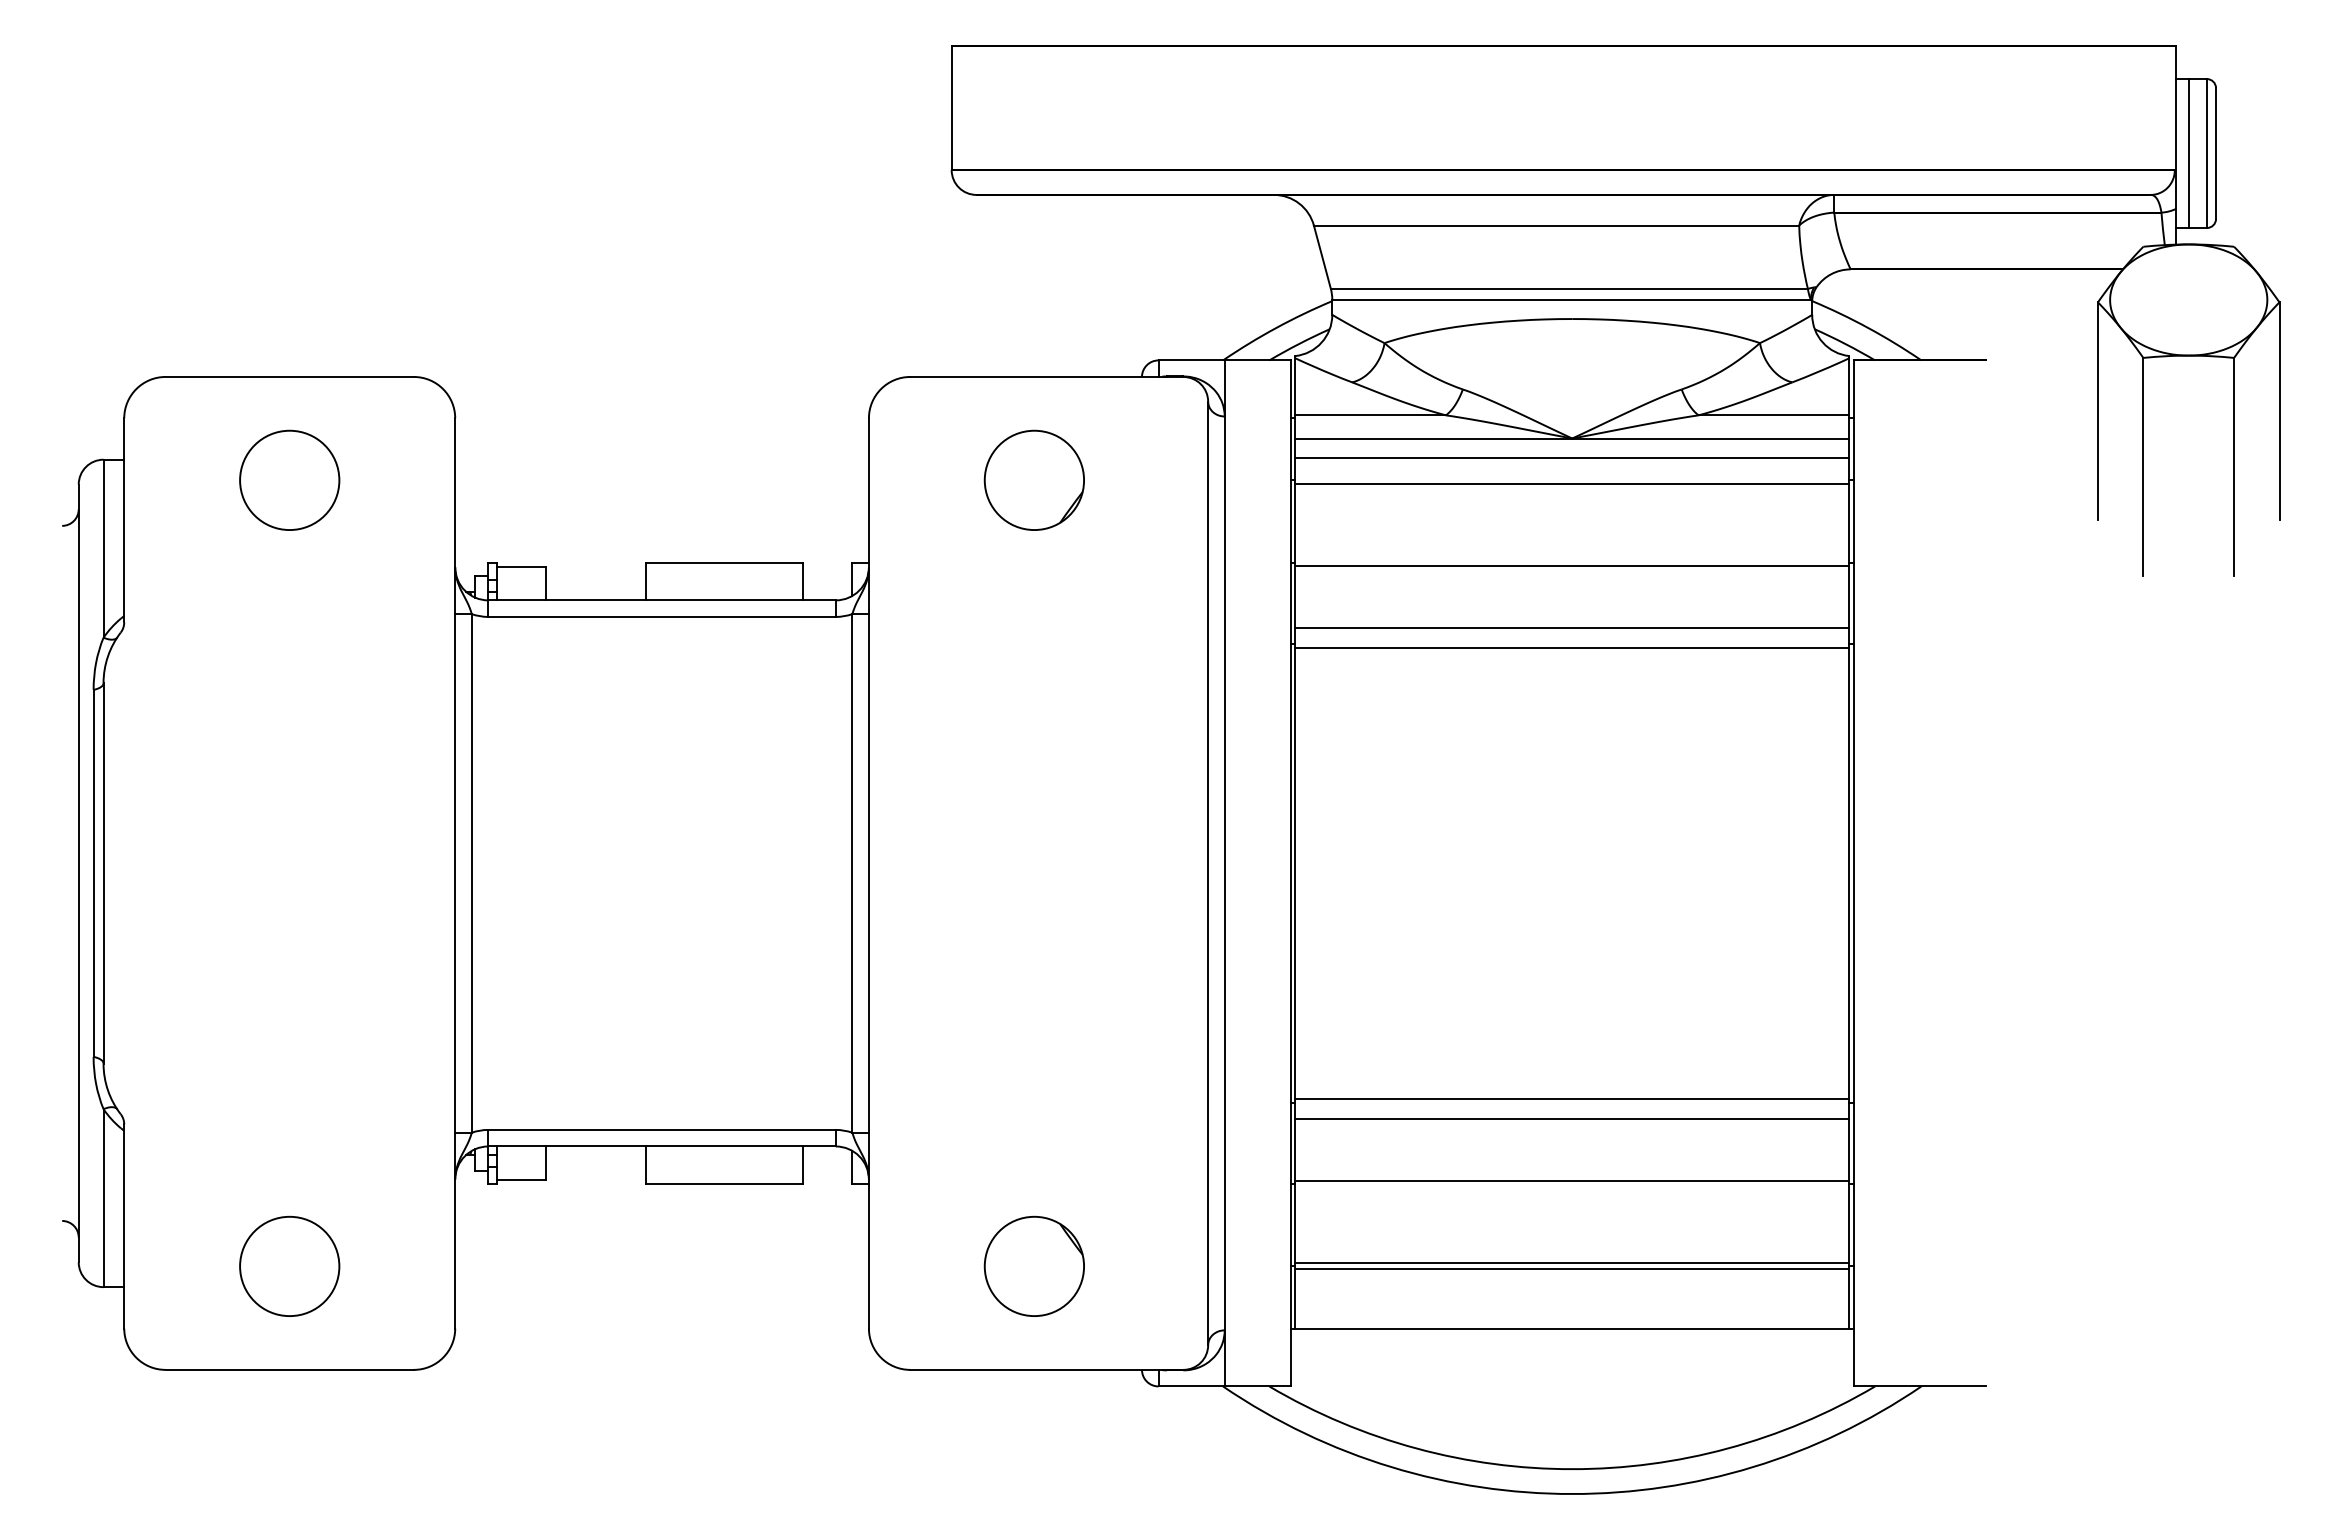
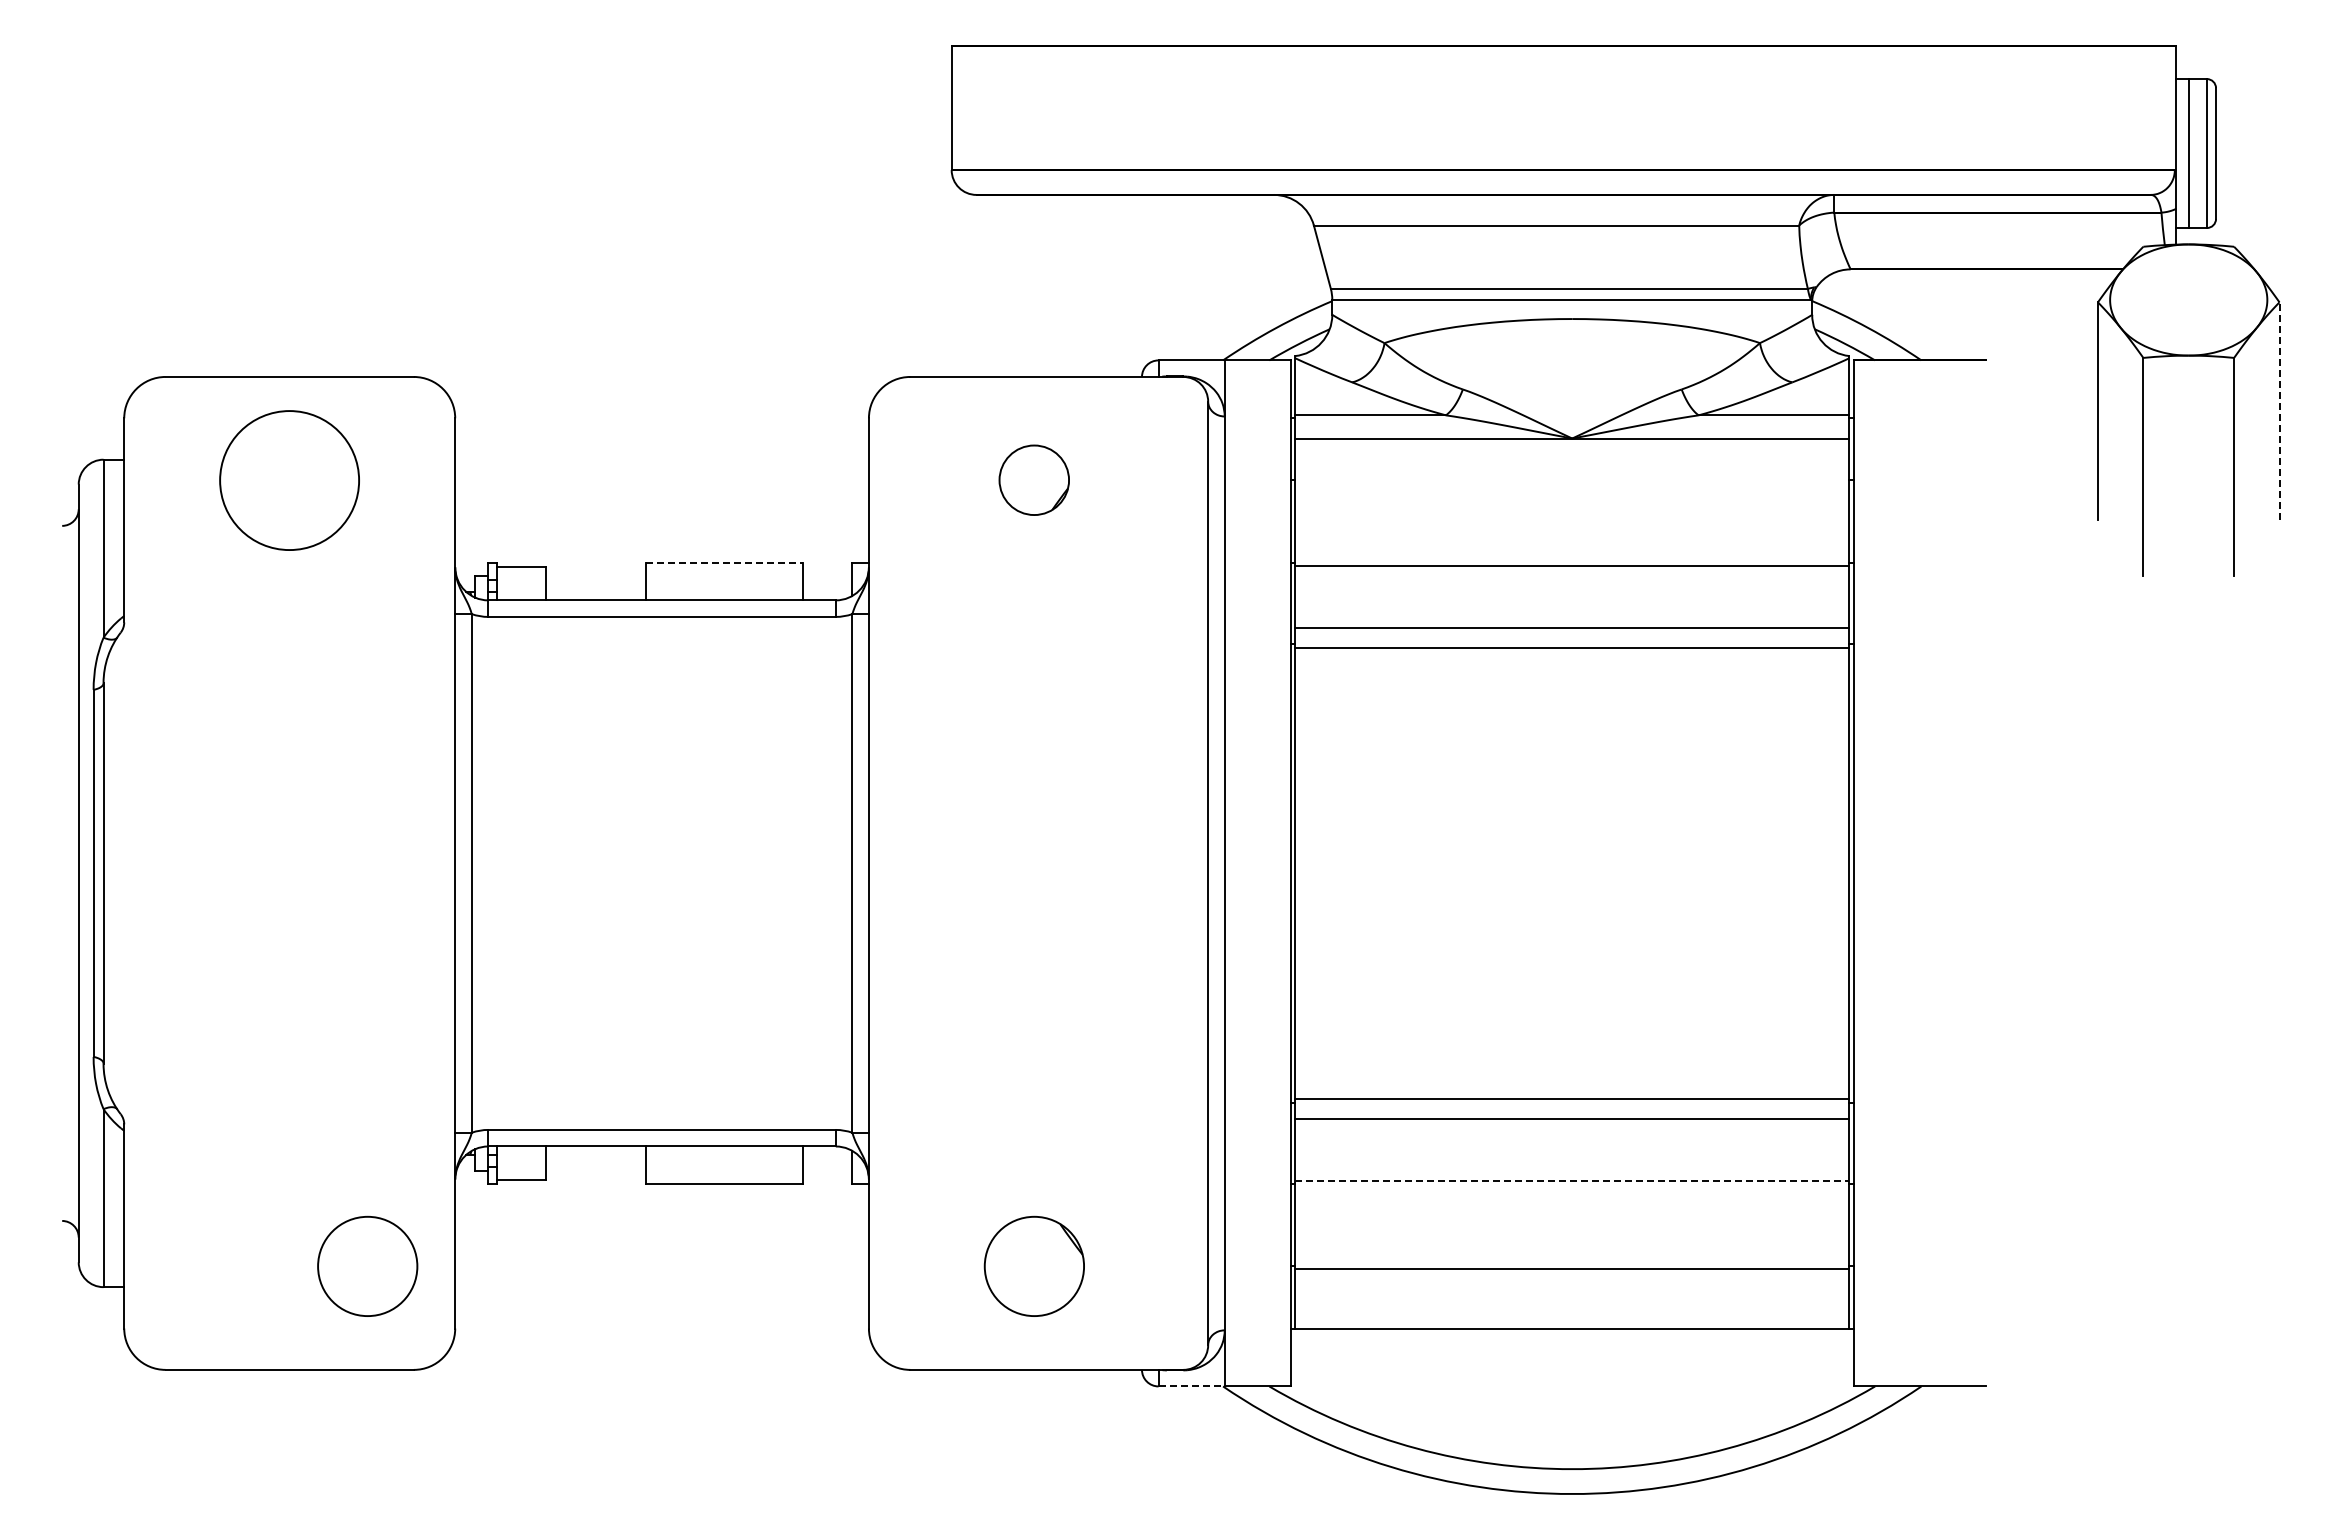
line at (2279, 411): solid -> dashed
line at (1572, 457): present -> none
circle at (289, 479) size: 102x102 px -> 141x141 px
part at (1033, 479) size: 102x102 px -> 72x72 px
line at (1572, 483): present -> none
line at (724, 563): solid -> dashed
line at (1572, 1180): solid -> dashed
line at (1572, 1263): present -> none
circle at (289, 1265) position: (289, 1265) -> (367, 1265)
line at (1192, 1386): solid -> dashed
